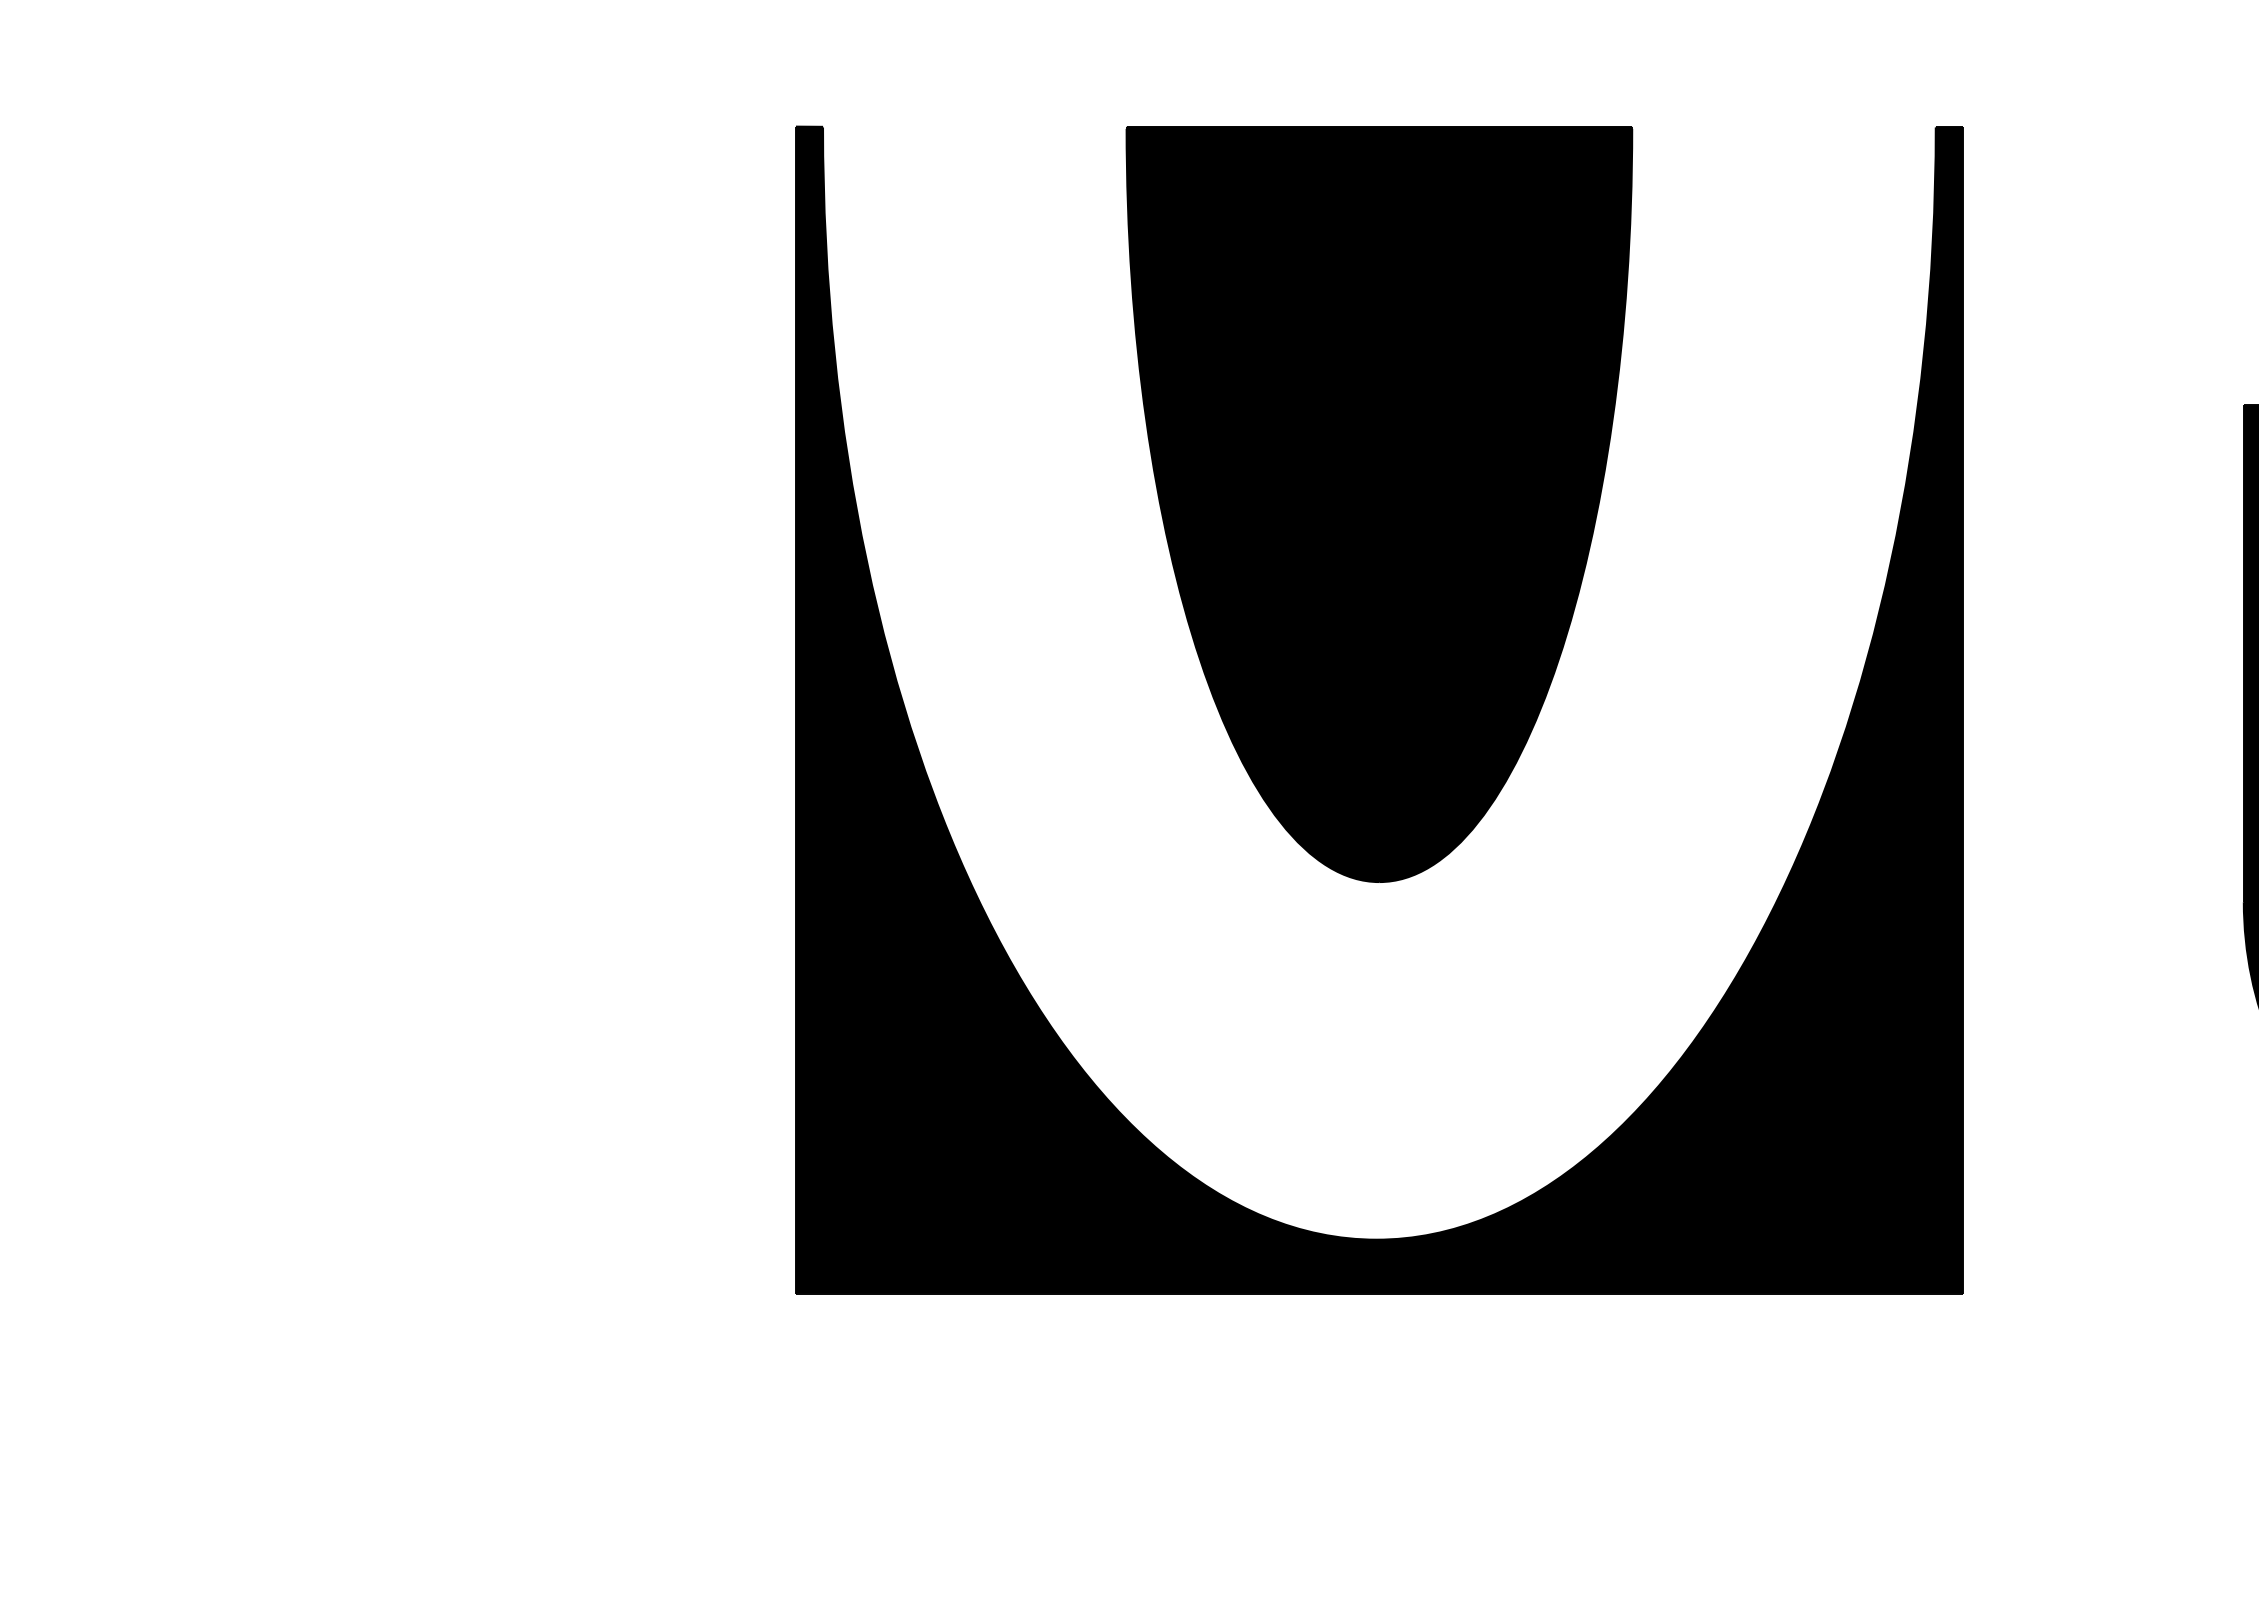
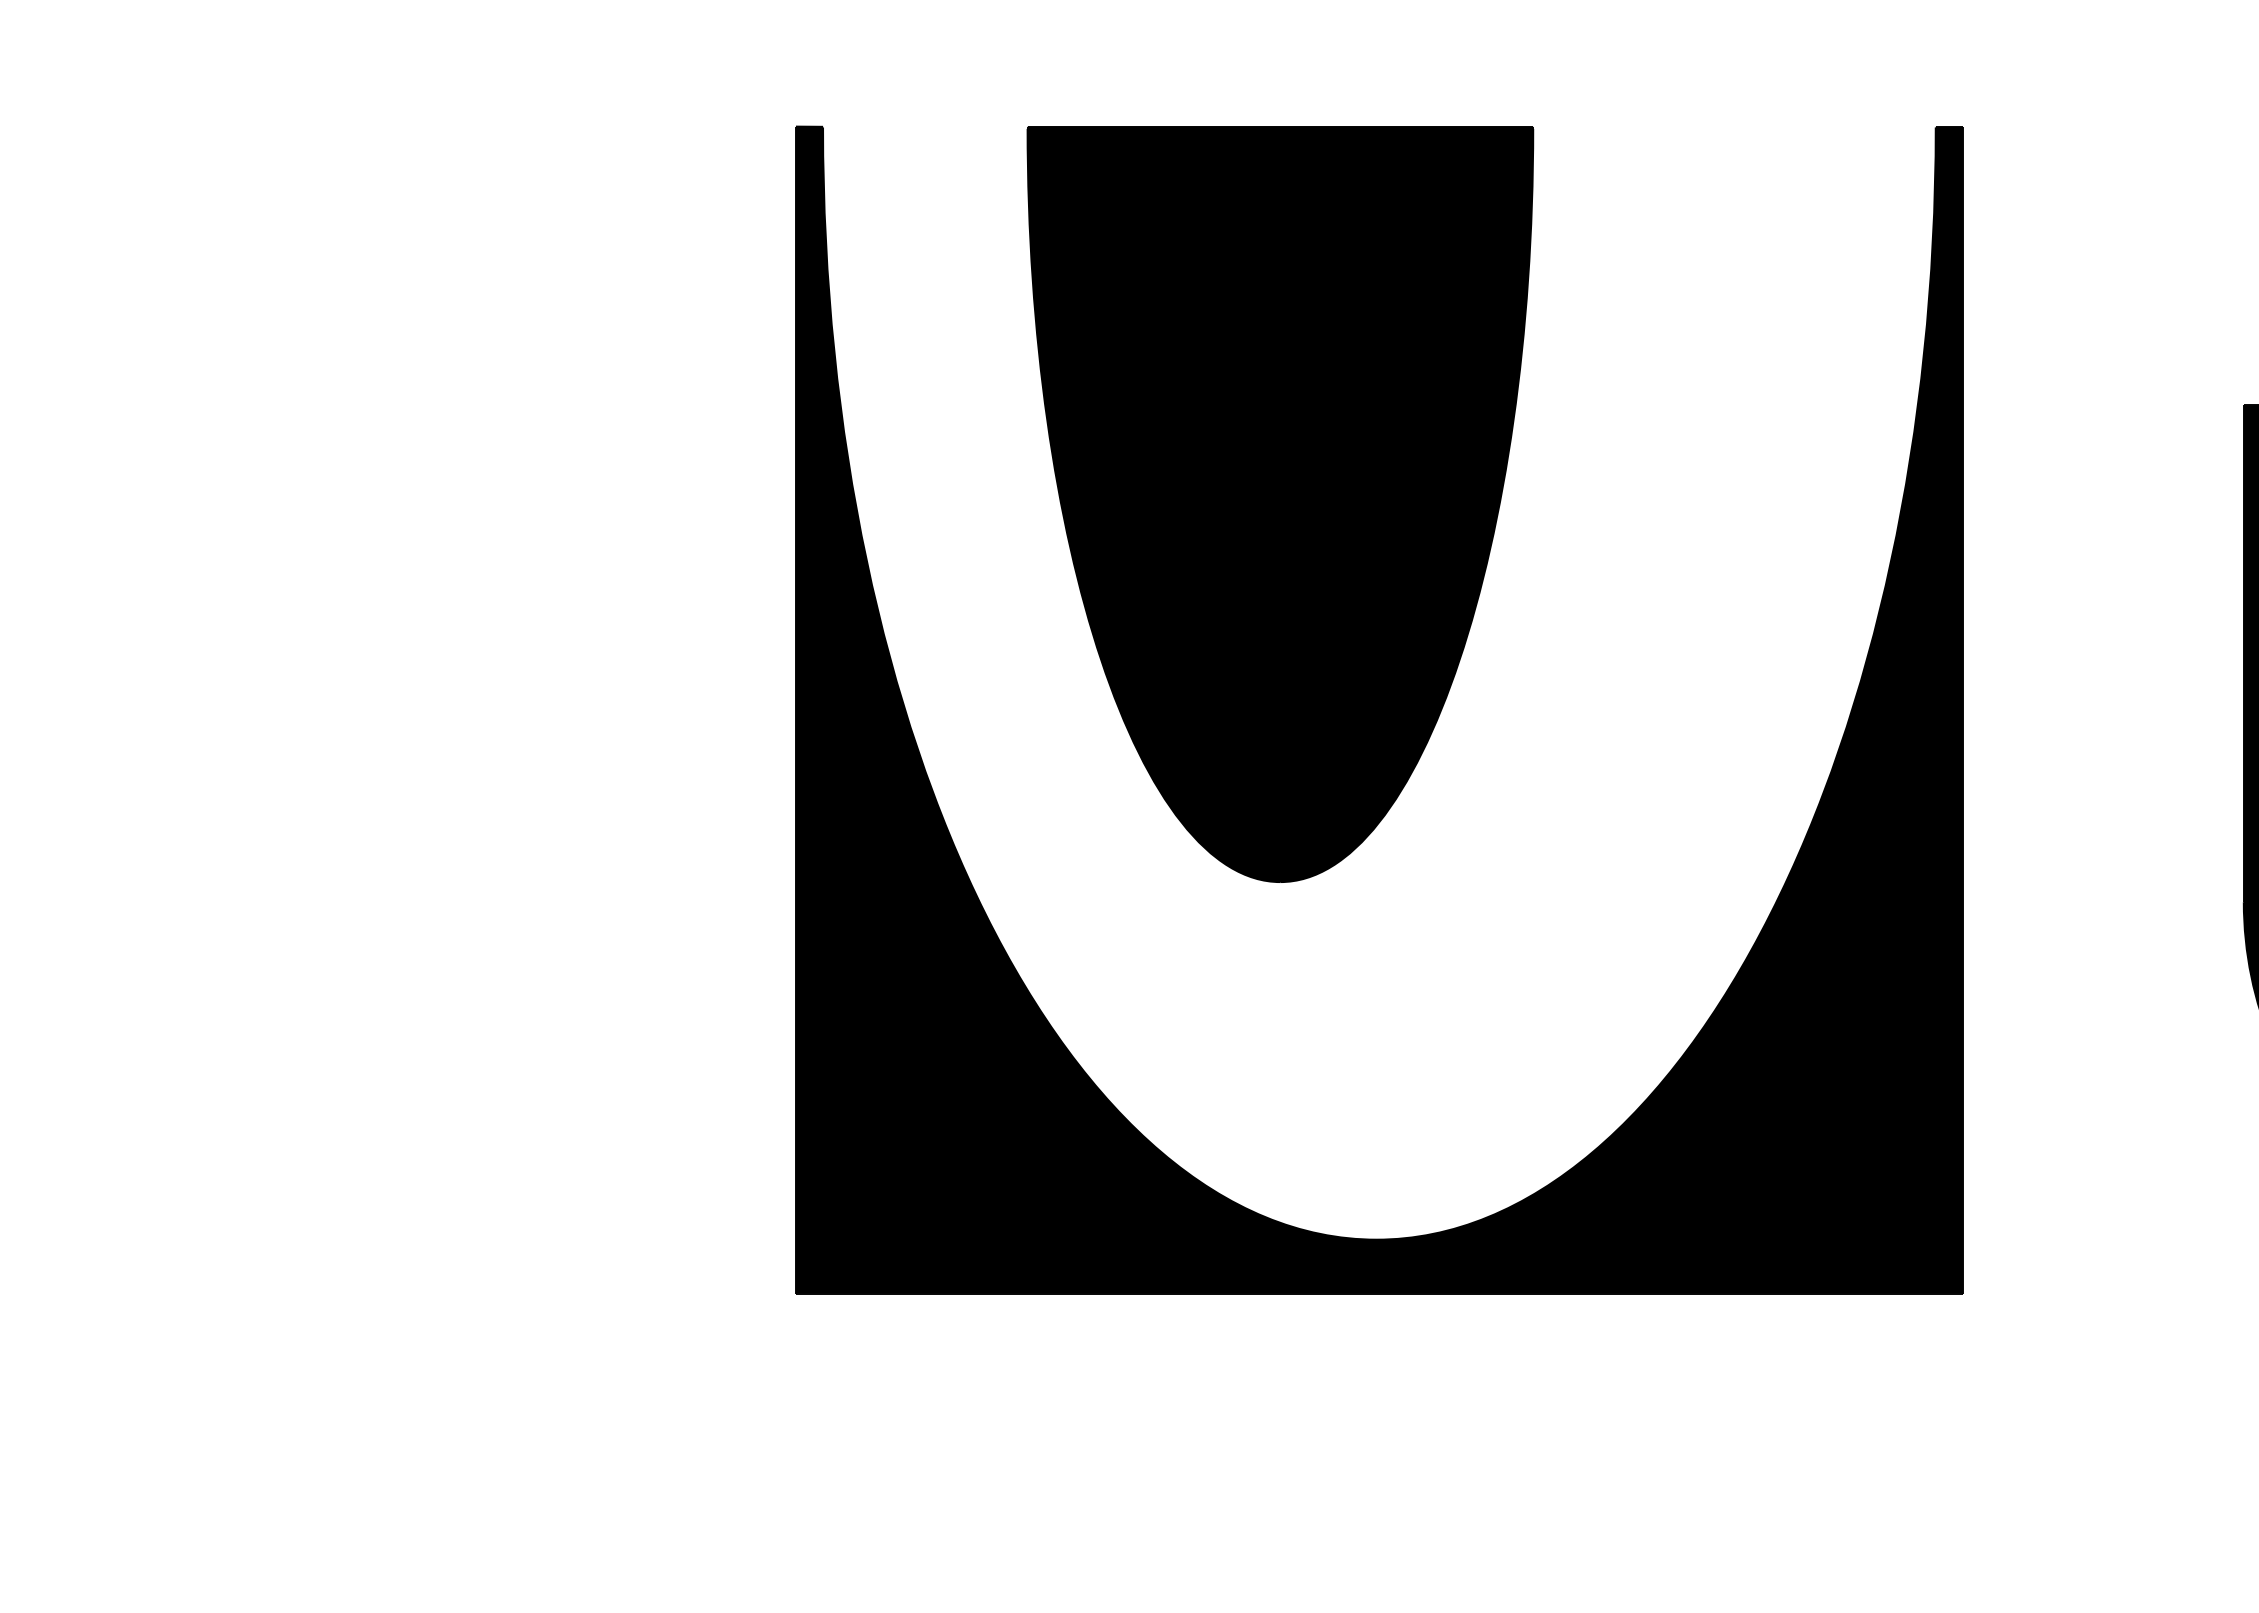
part at (1379, 504) position: (1379, 504) -> (1280, 504)
